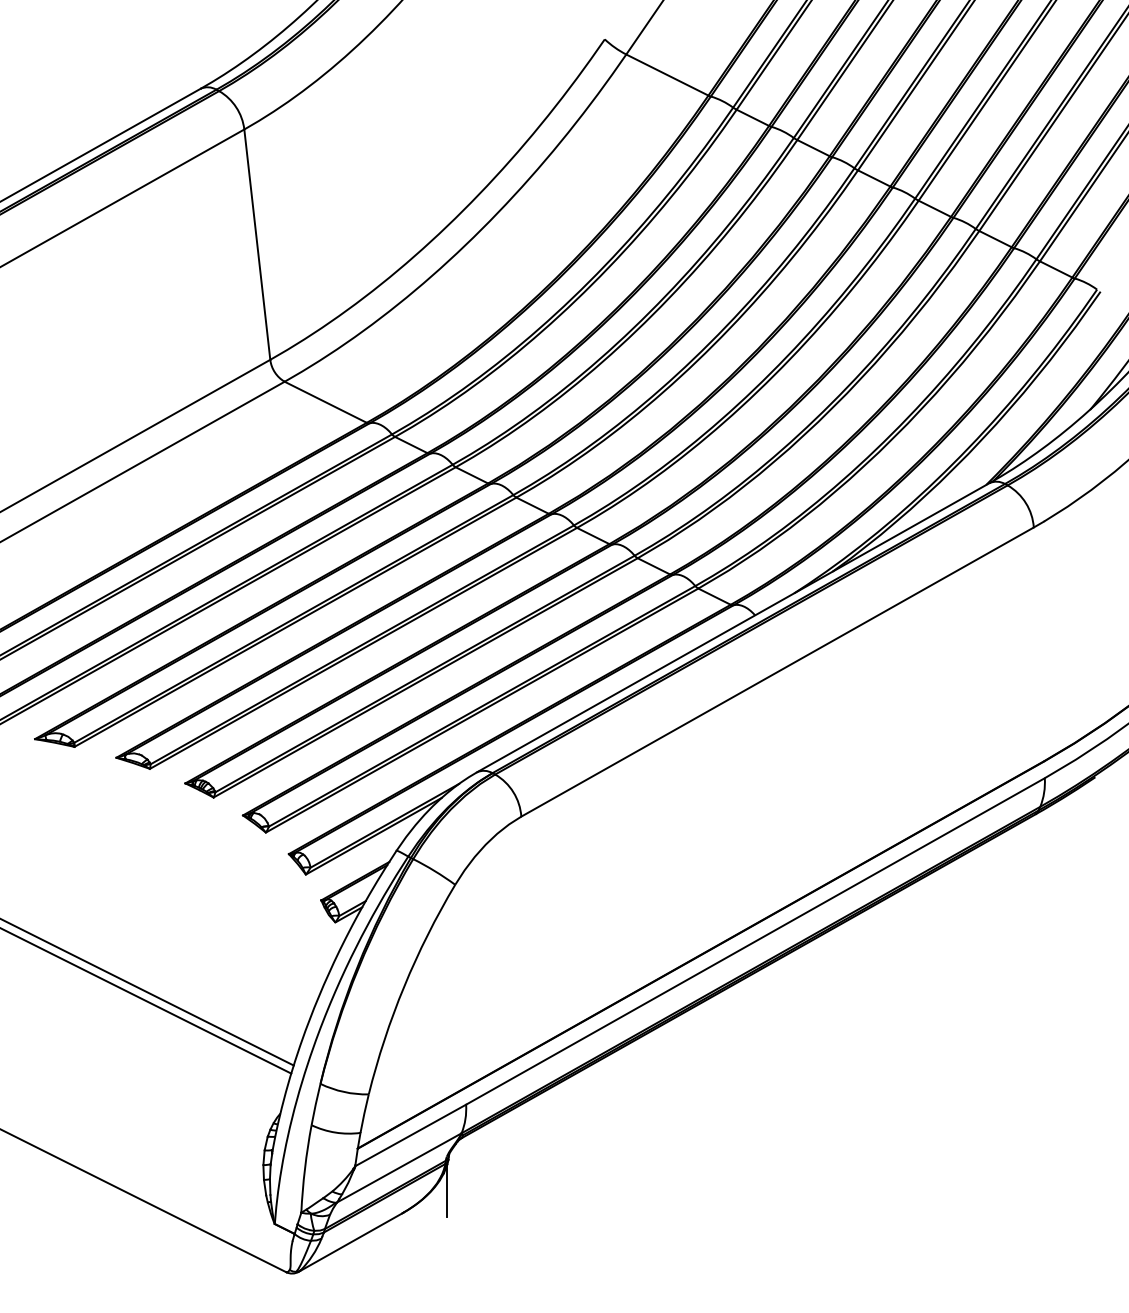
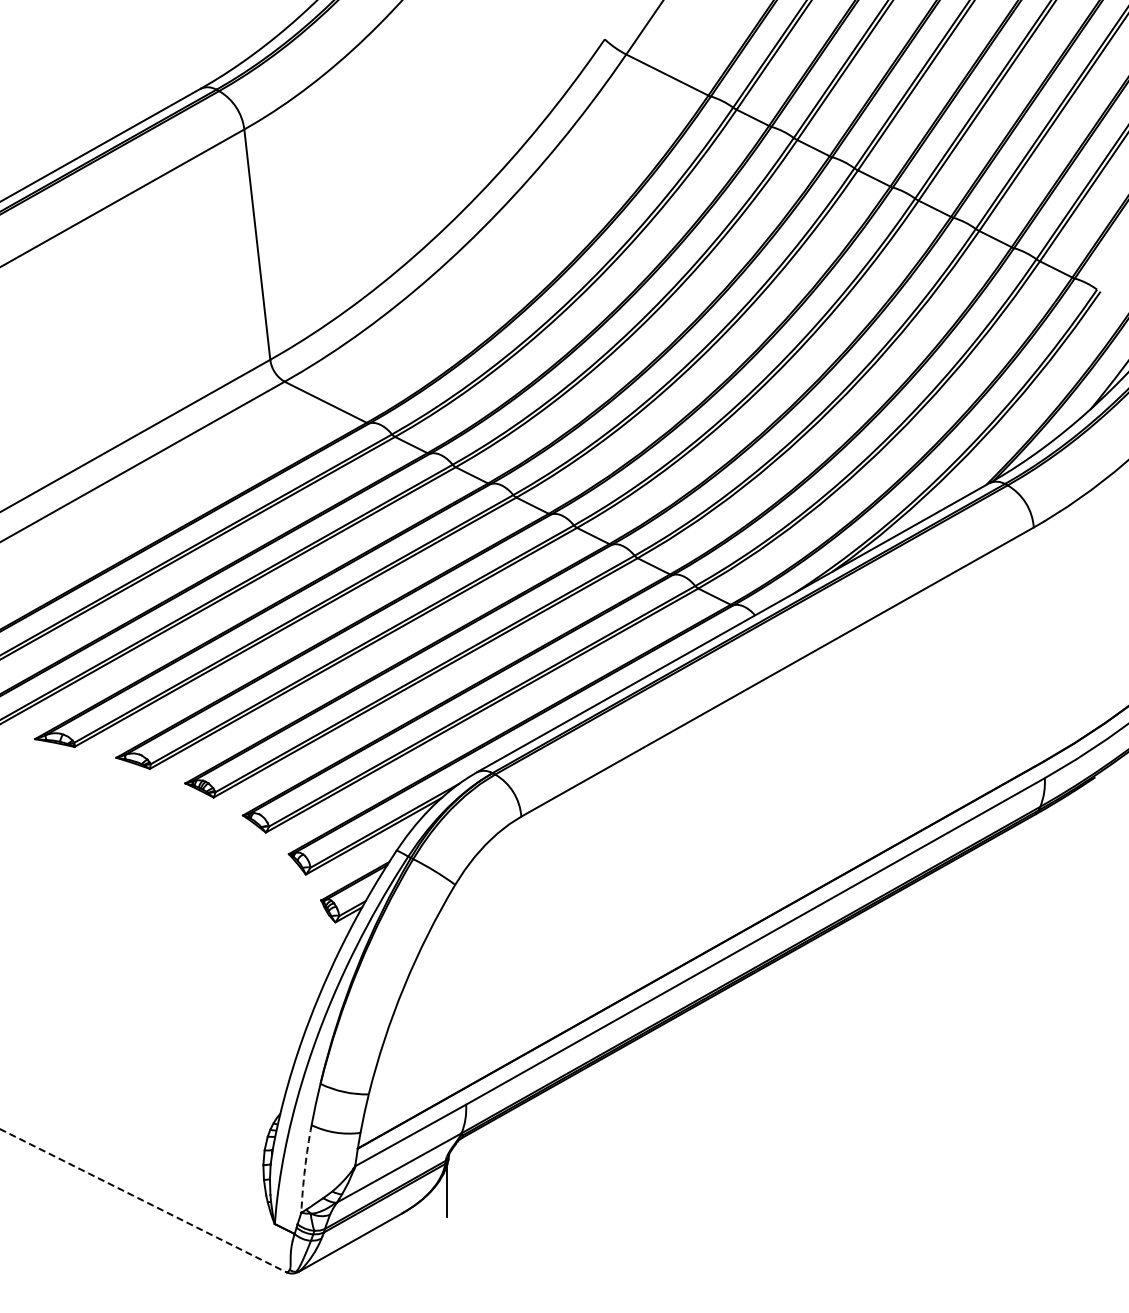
line at (147, 992): present -> none
line at (146, 1001): present -> none
arc at (304, 1168): solid -> dashed
line at (143, 1200): solid -> dashed
